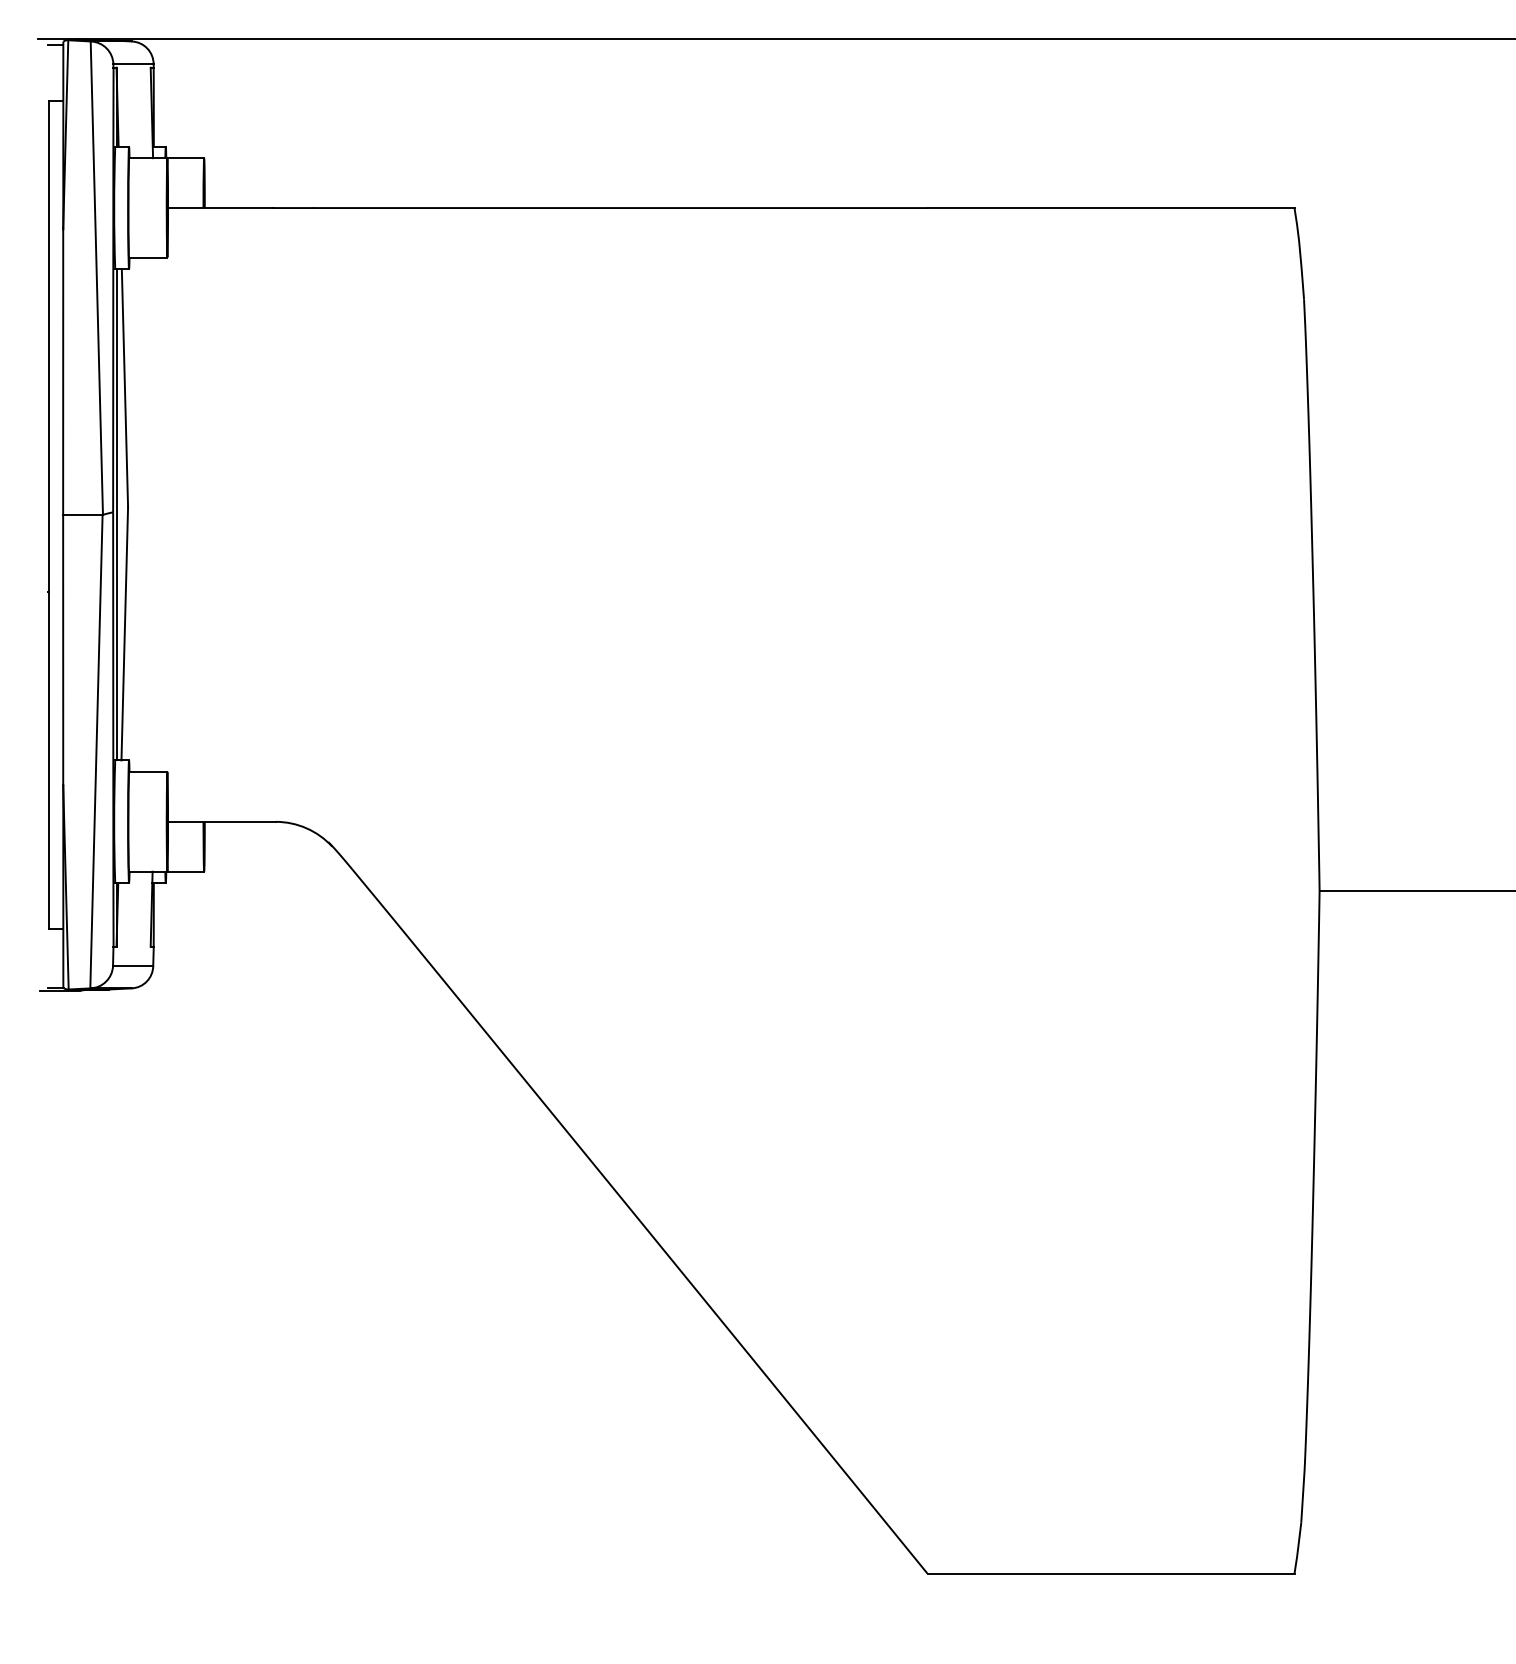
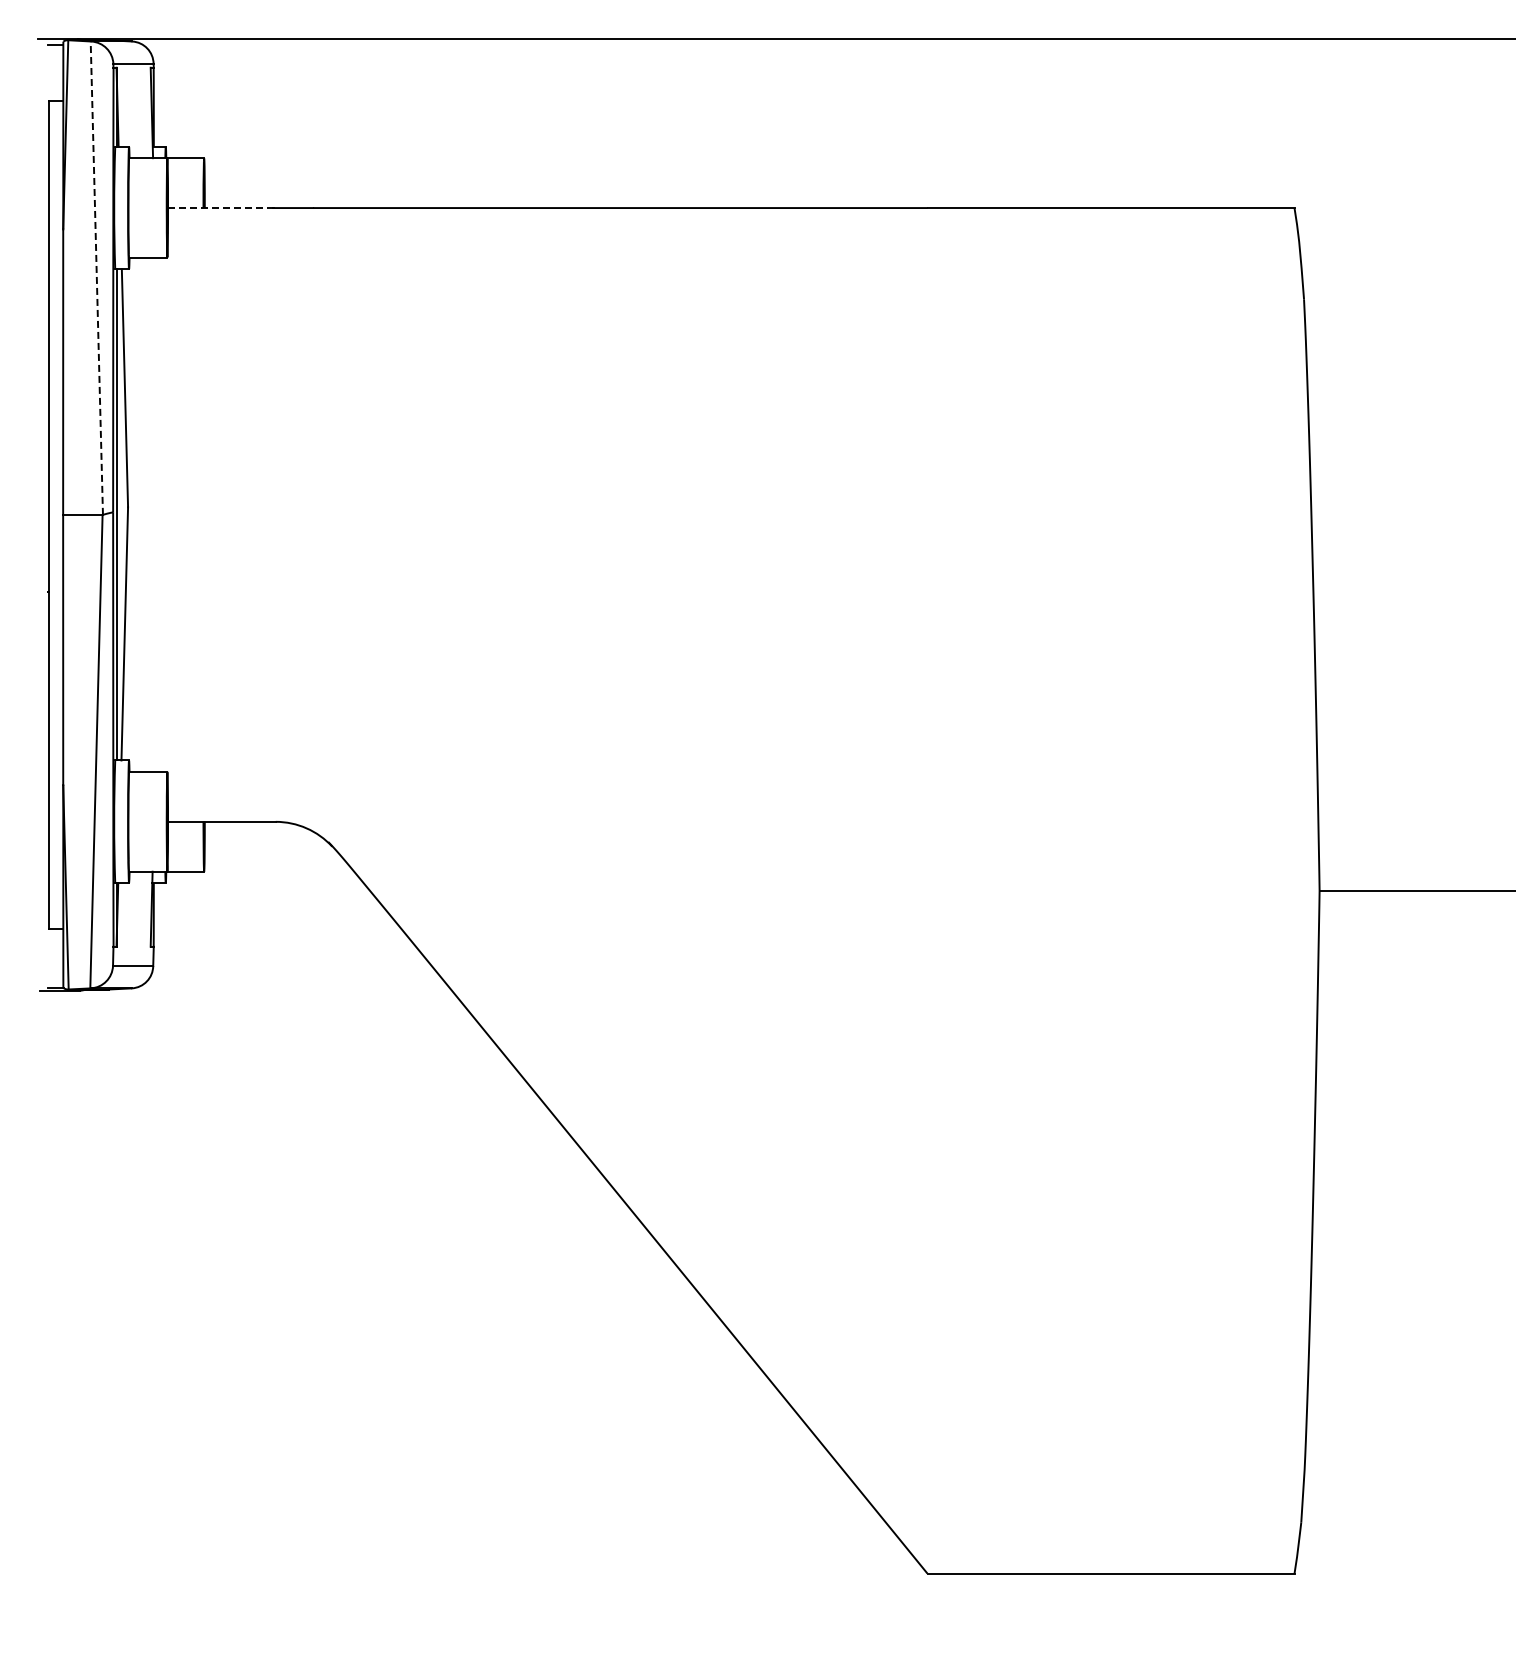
line at (221, 208): solid -> dashed
line at (96, 278): solid -> dashed
